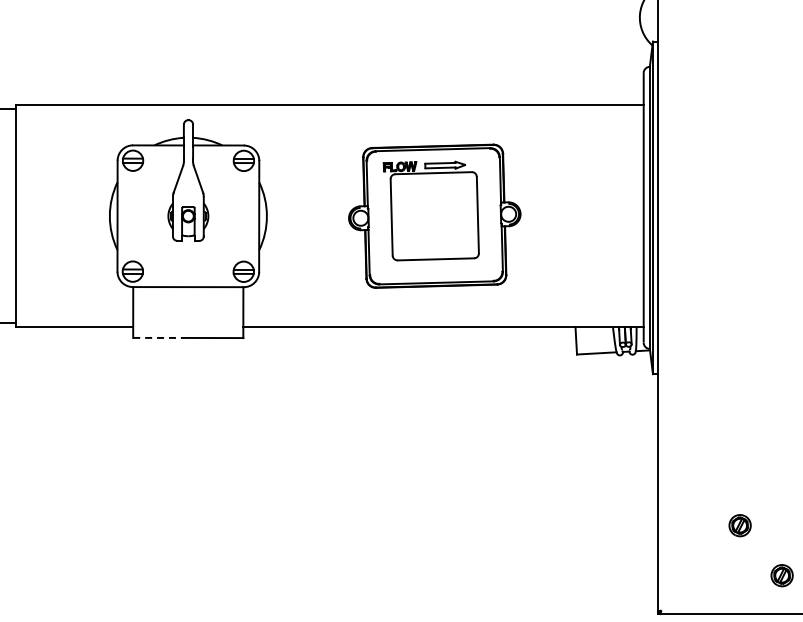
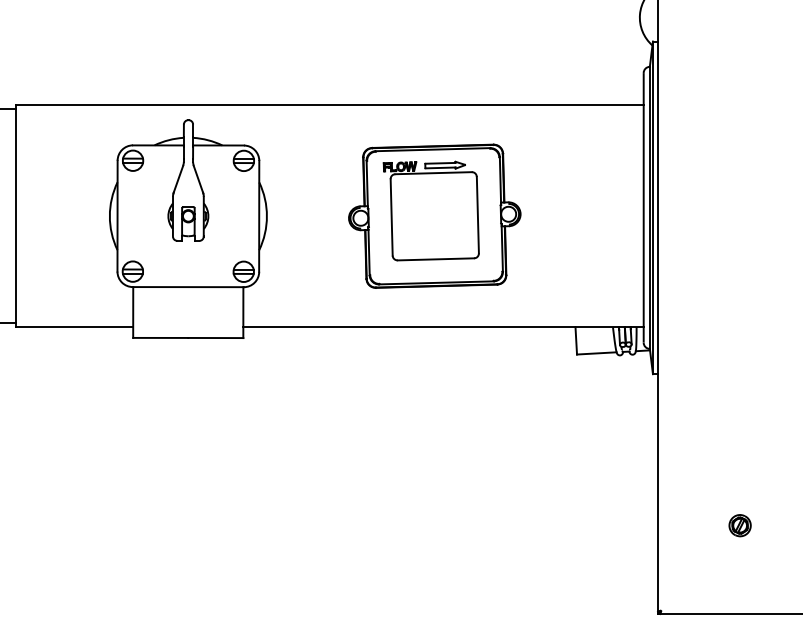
line at (160, 337): dashed -> solid
part at (781, 575): present -> none
